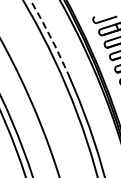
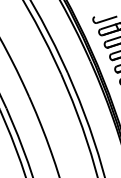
line at (50, 36): dashed -> solid
